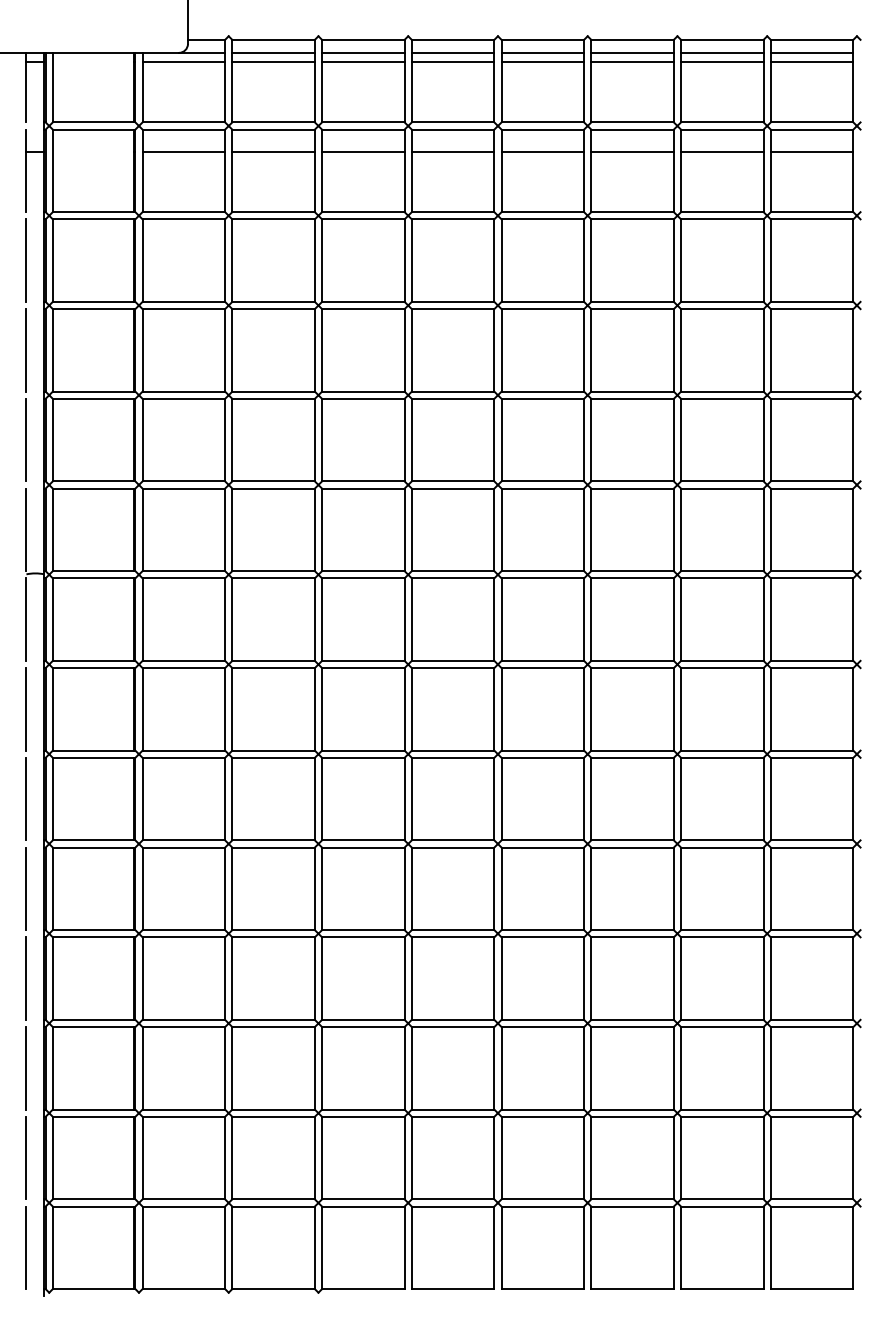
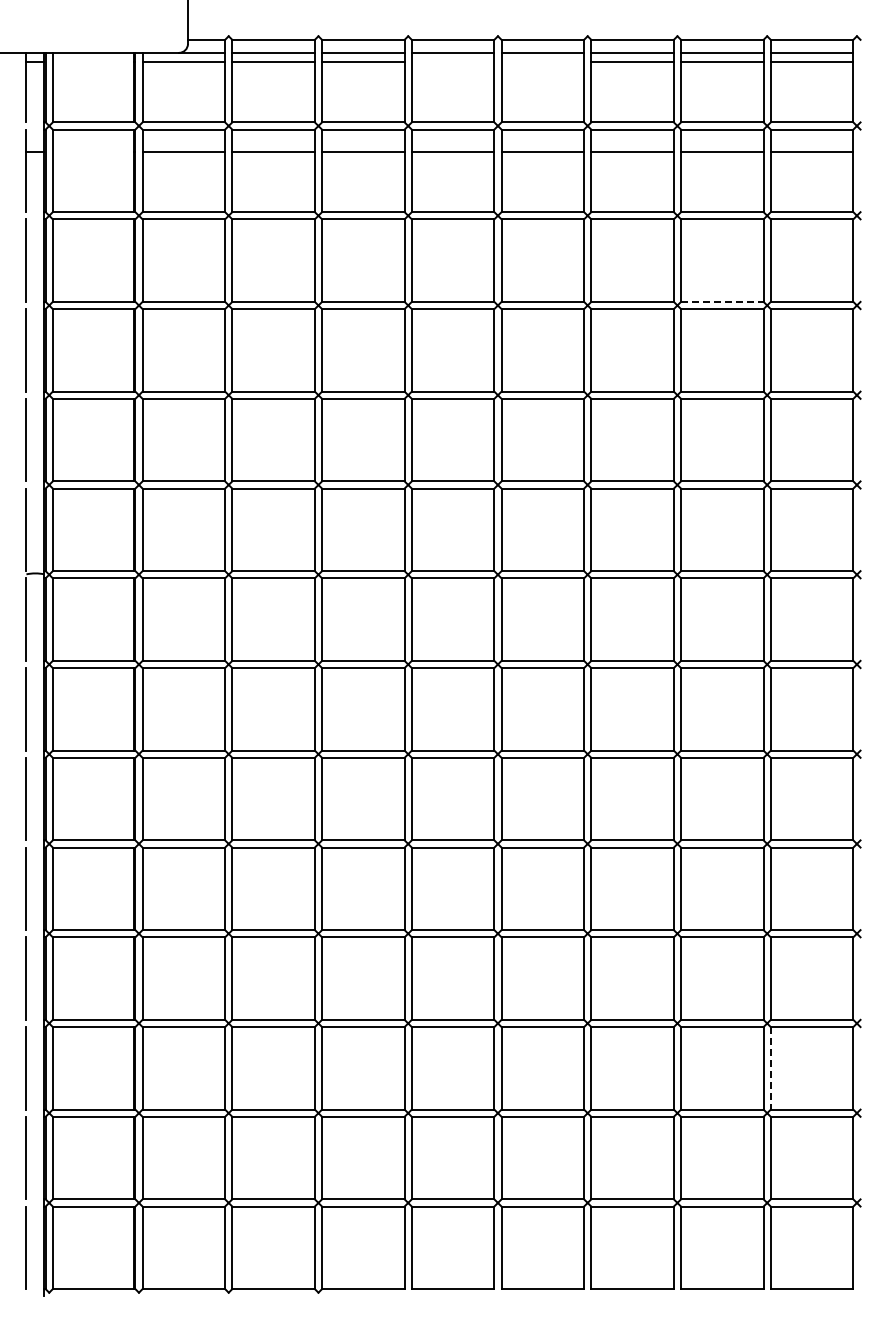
line at (452, 61): present -> none
line at (542, 61): present -> none
line at (722, 301): solid -> dashed
line at (770, 1068): solid -> dashed
